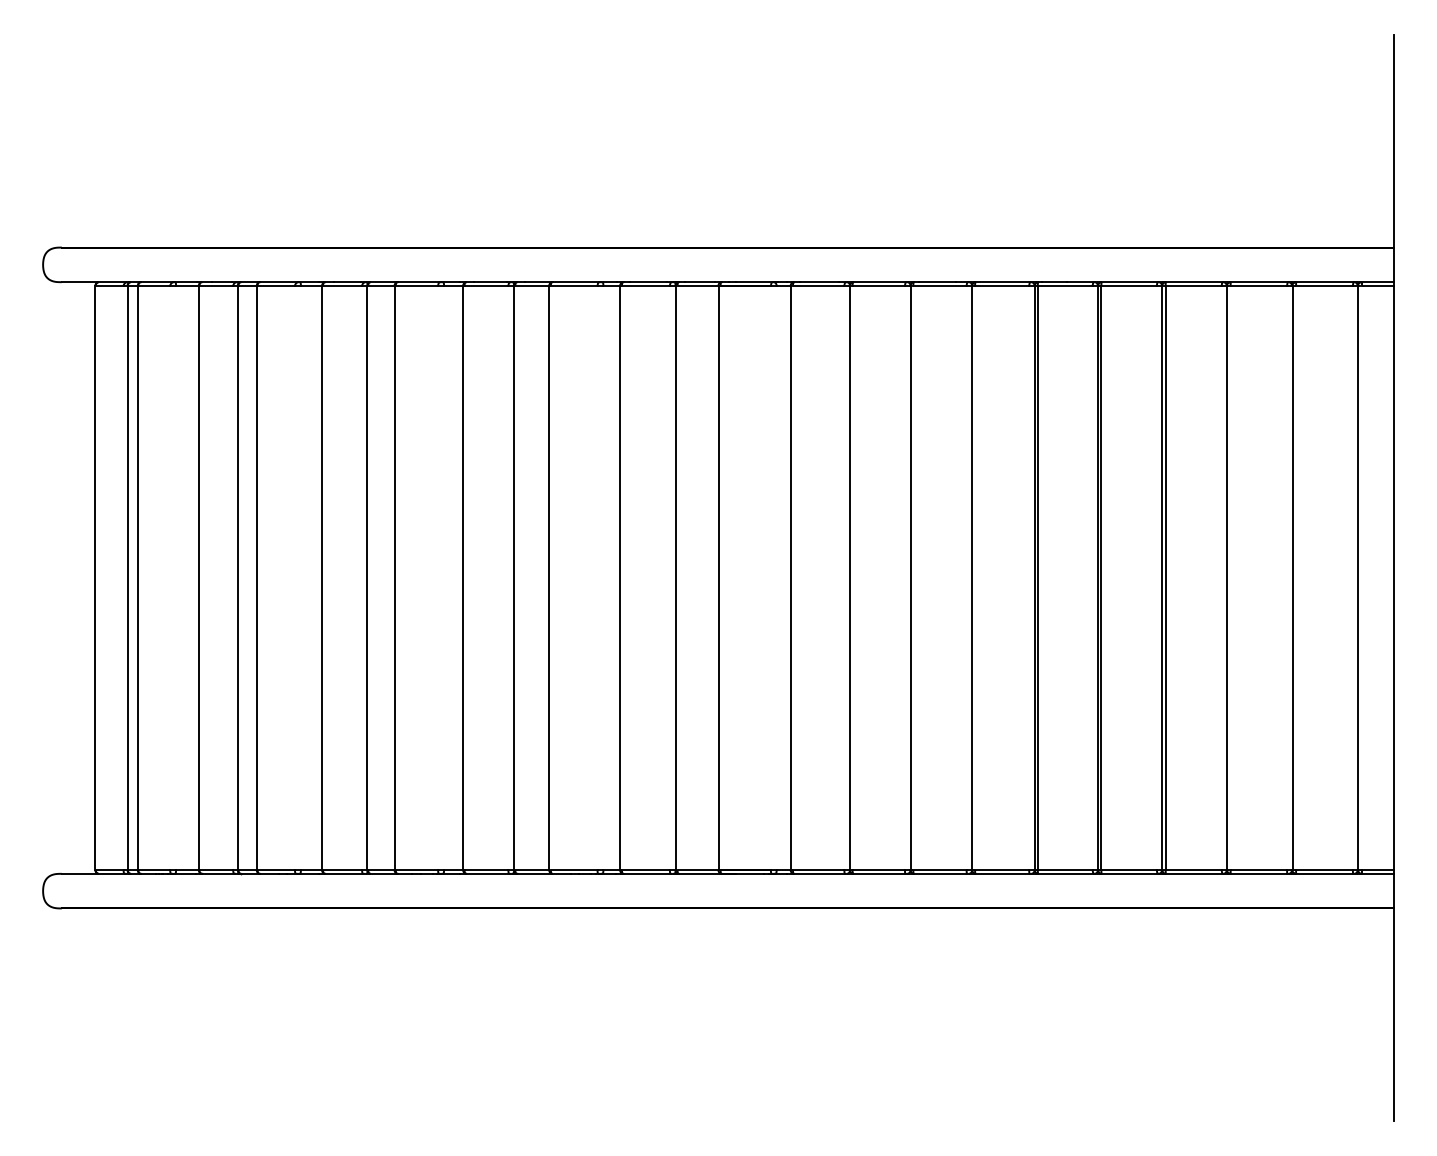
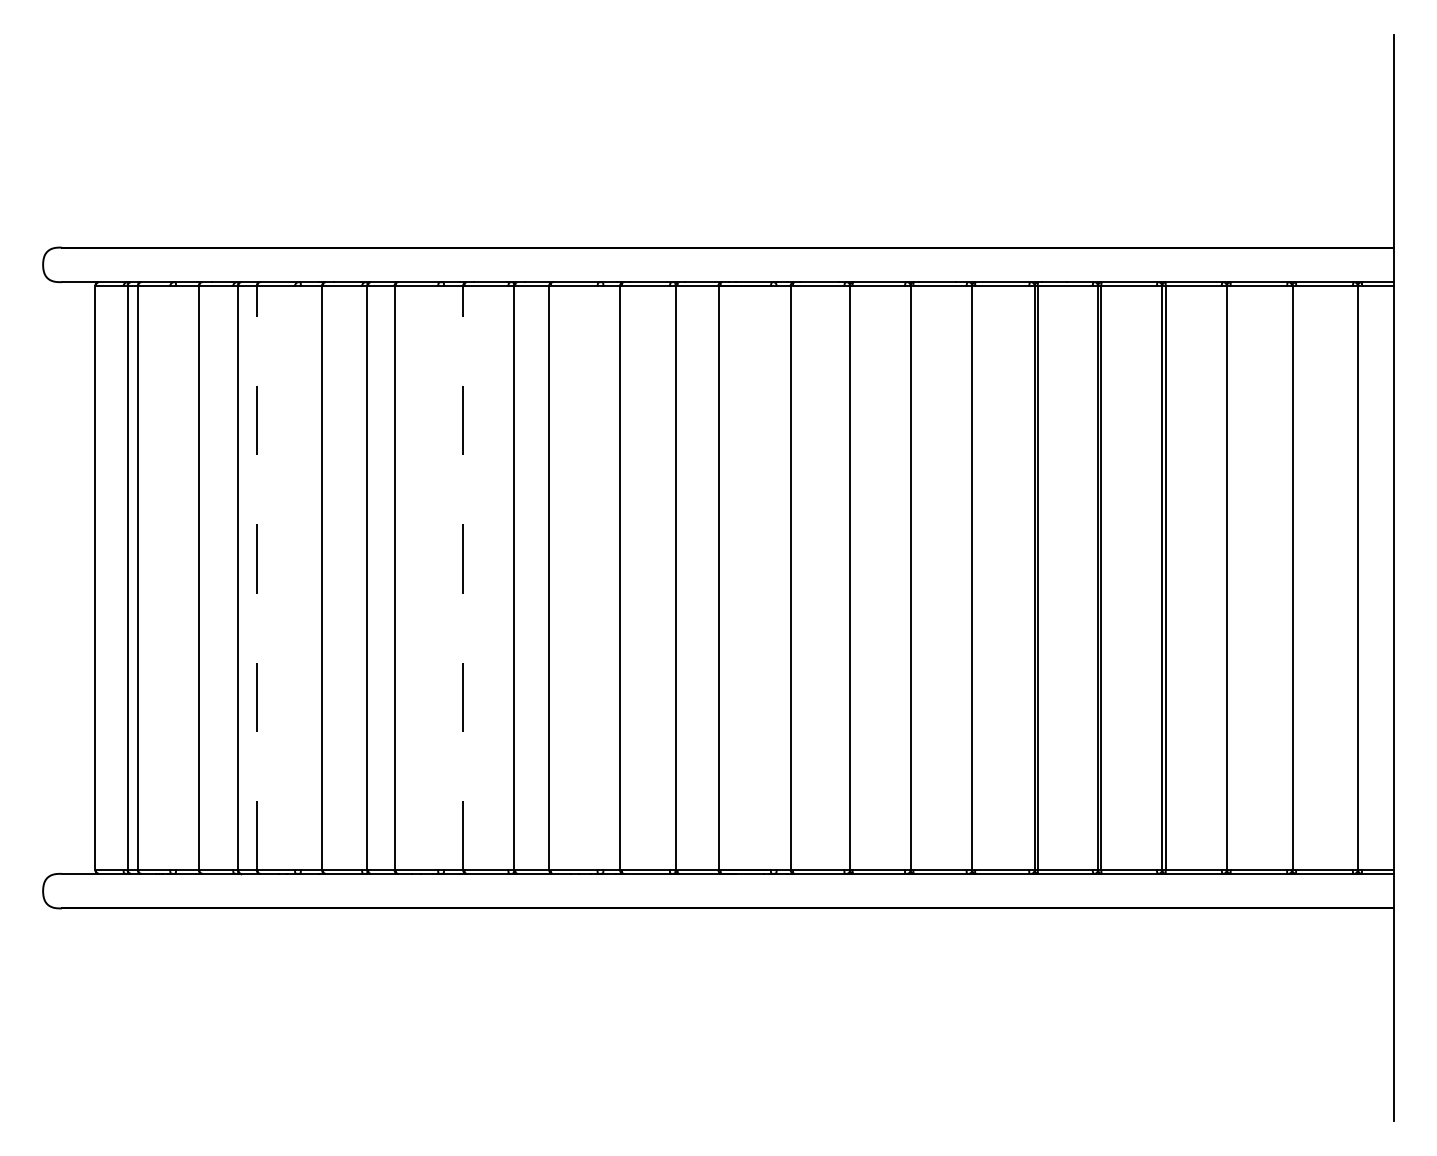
line at (256, 577): solid -> dashed
line at (463, 577): solid -> dashed
